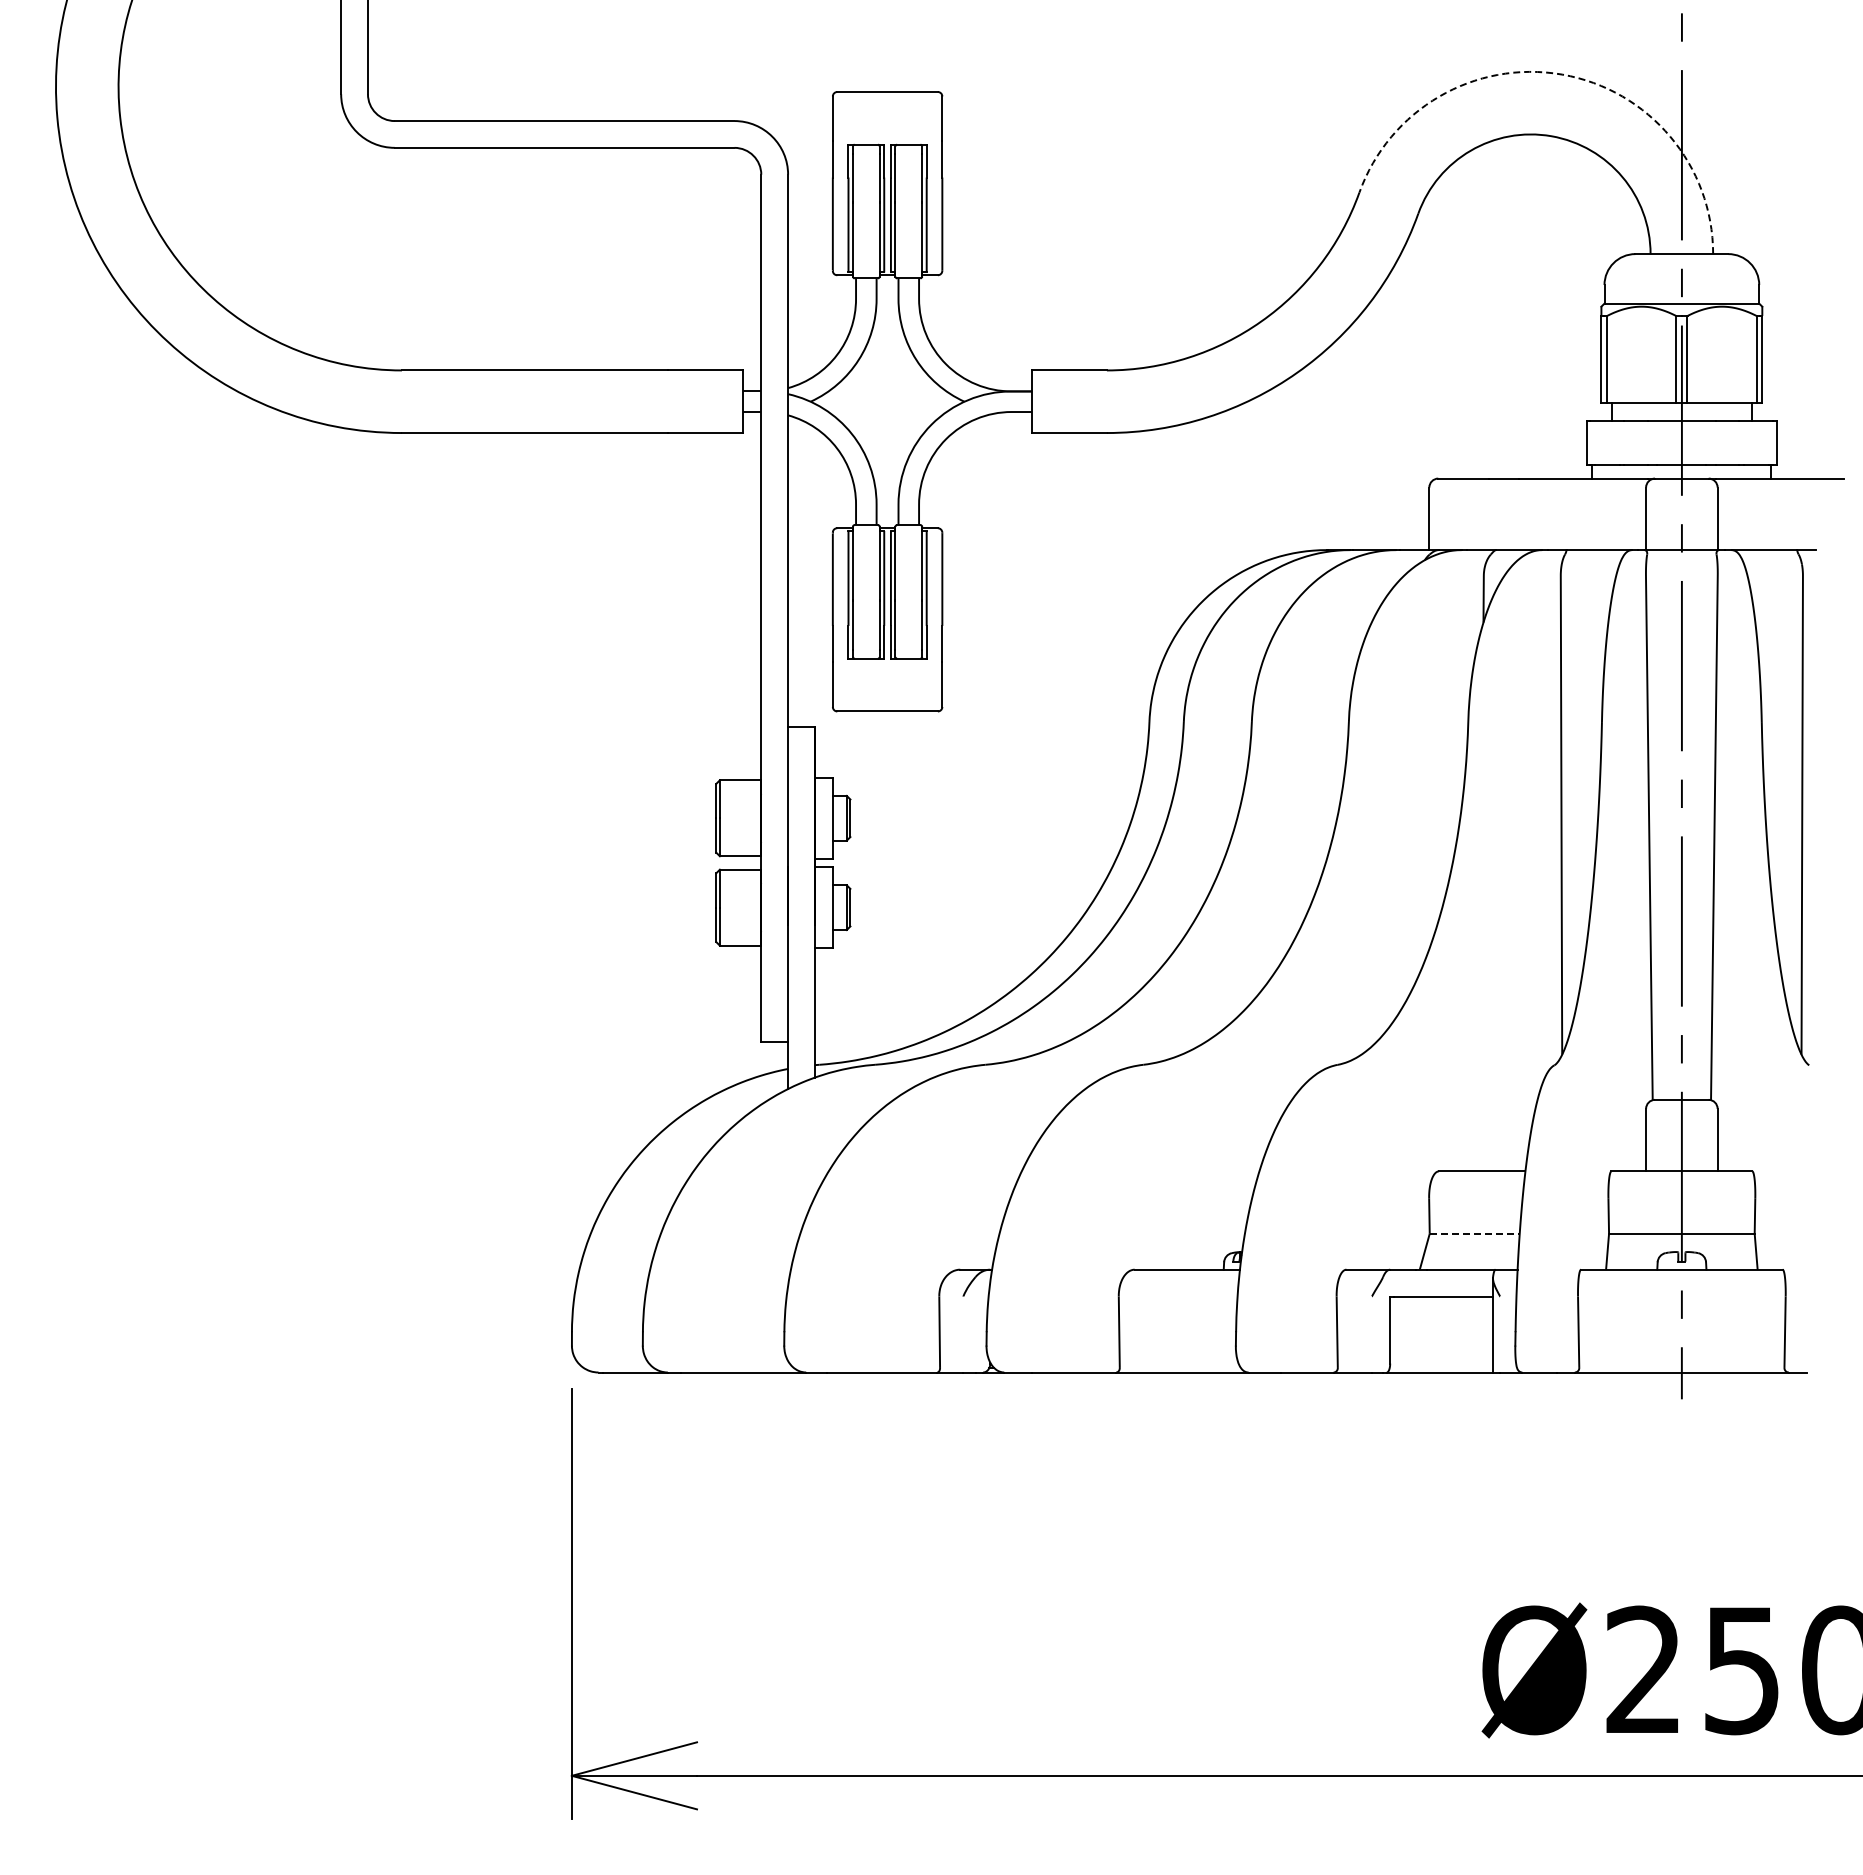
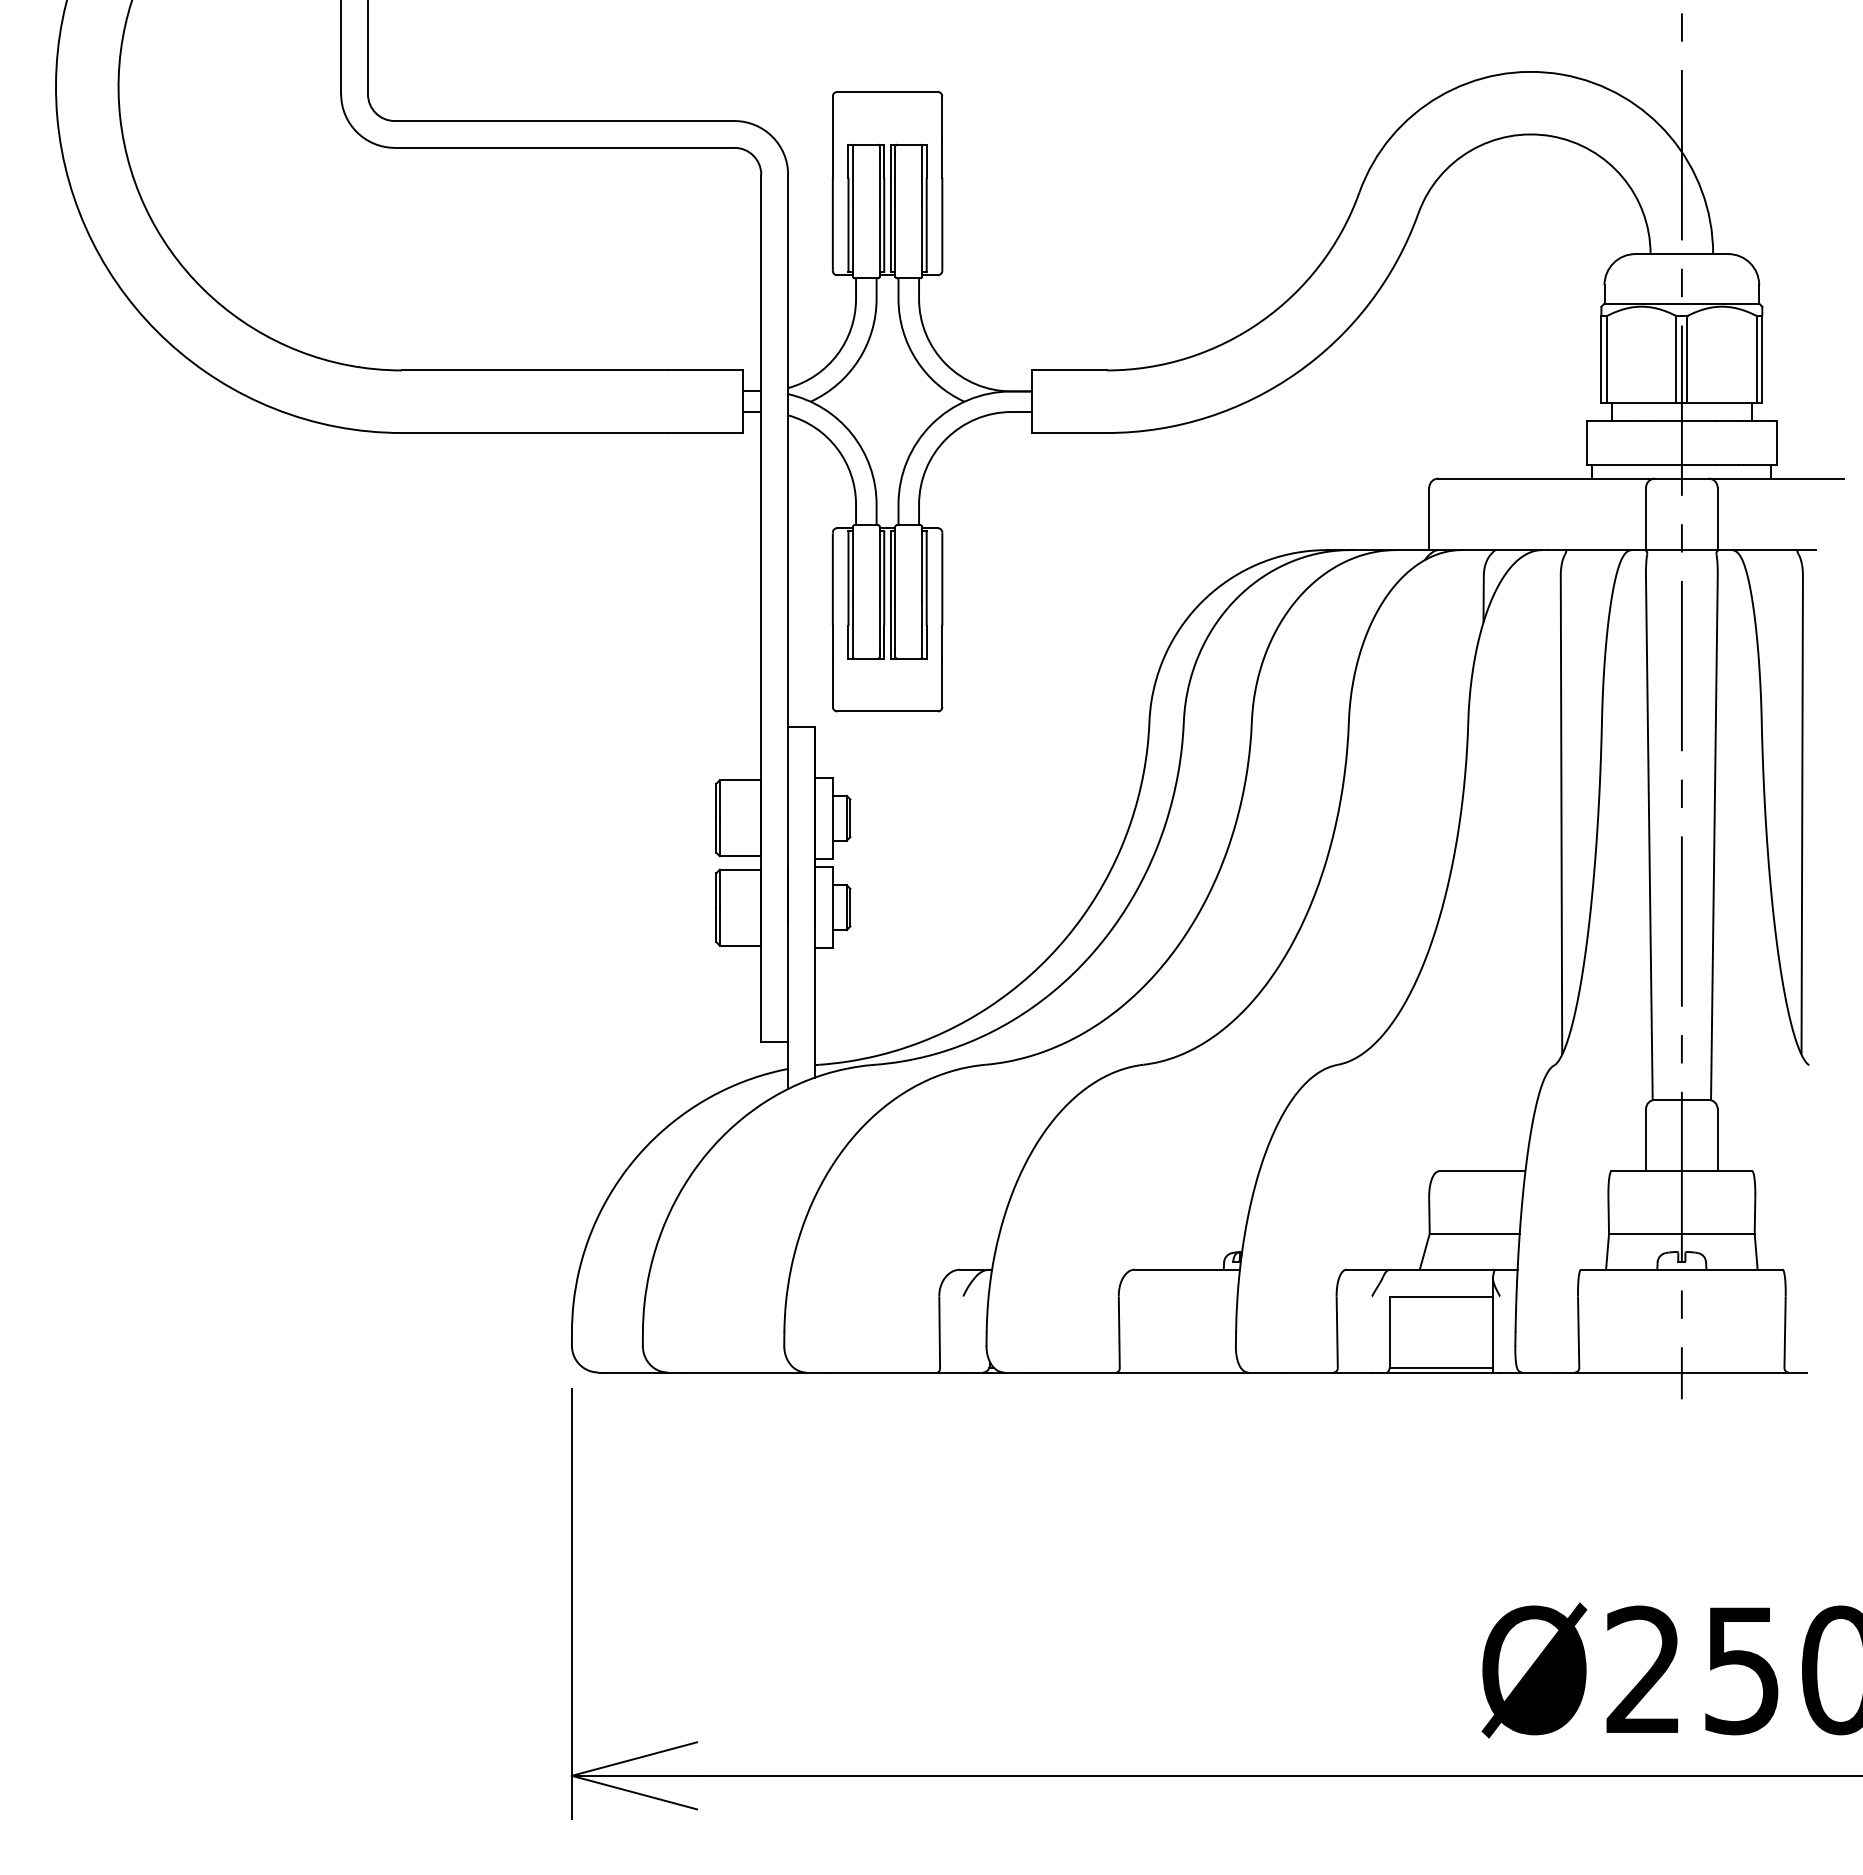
arc at (1562, 74): dashed -> solid
line at (1475, 1233): dashed -> solid
line at (1440, 1368): none -> present
